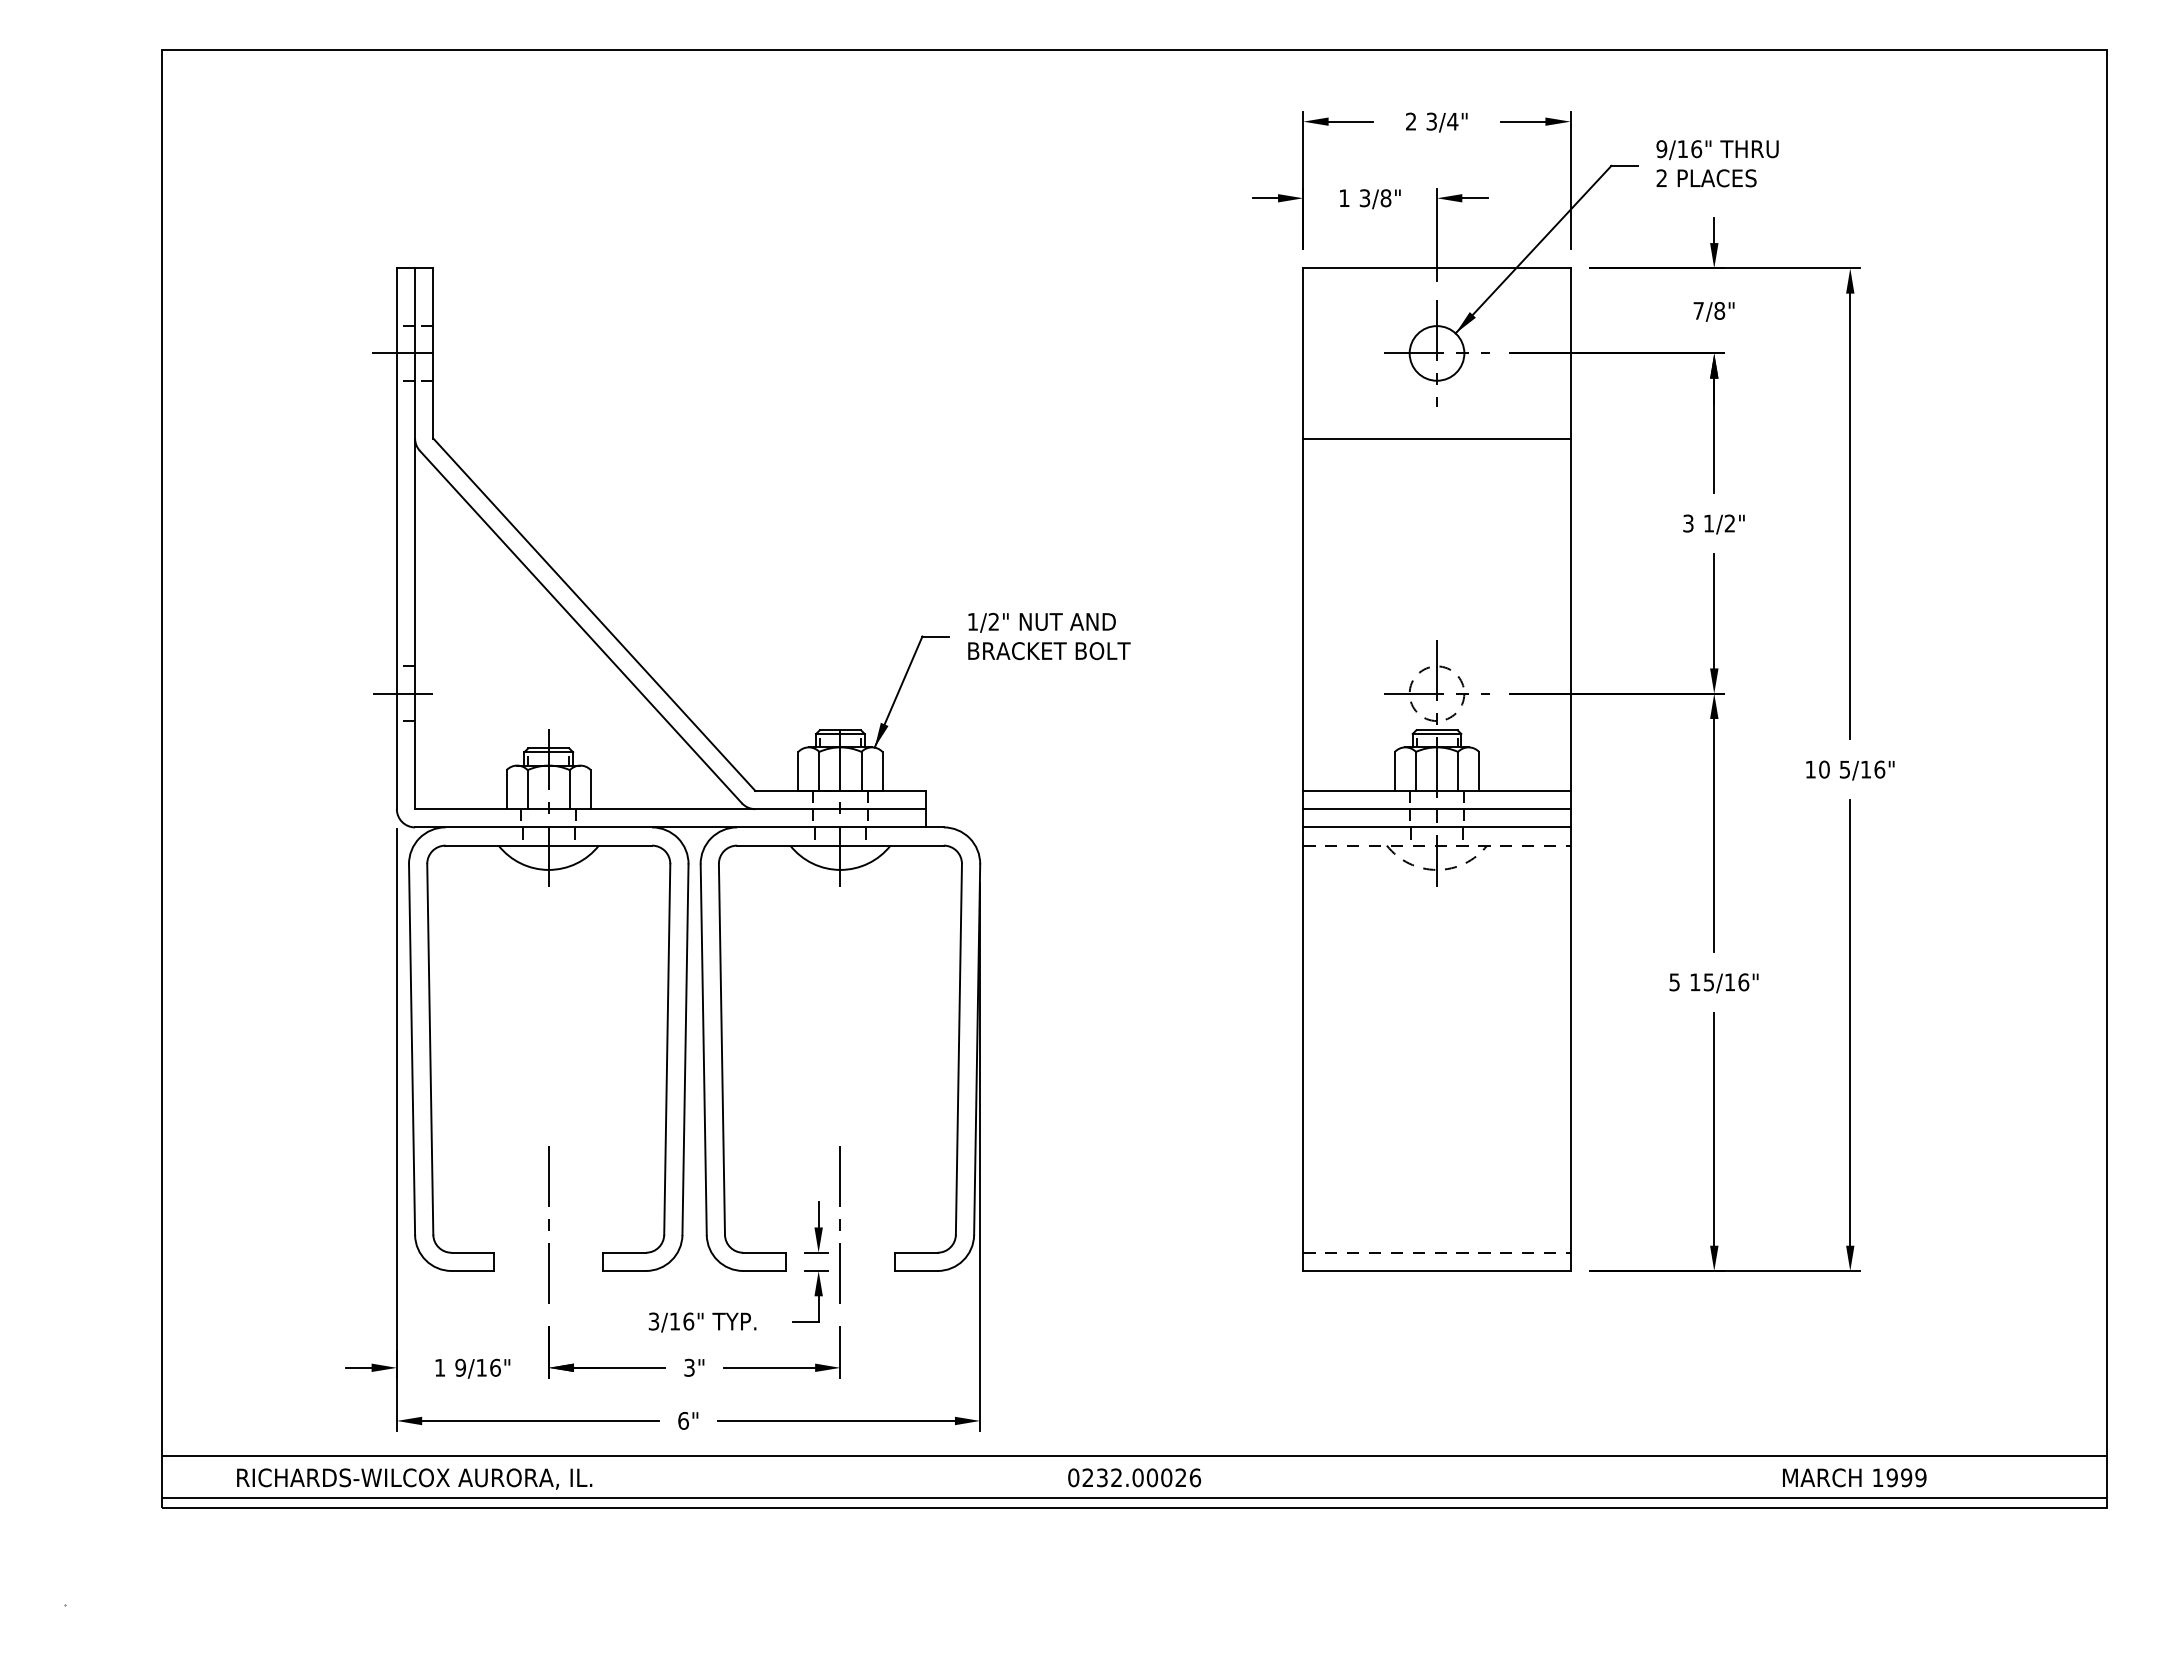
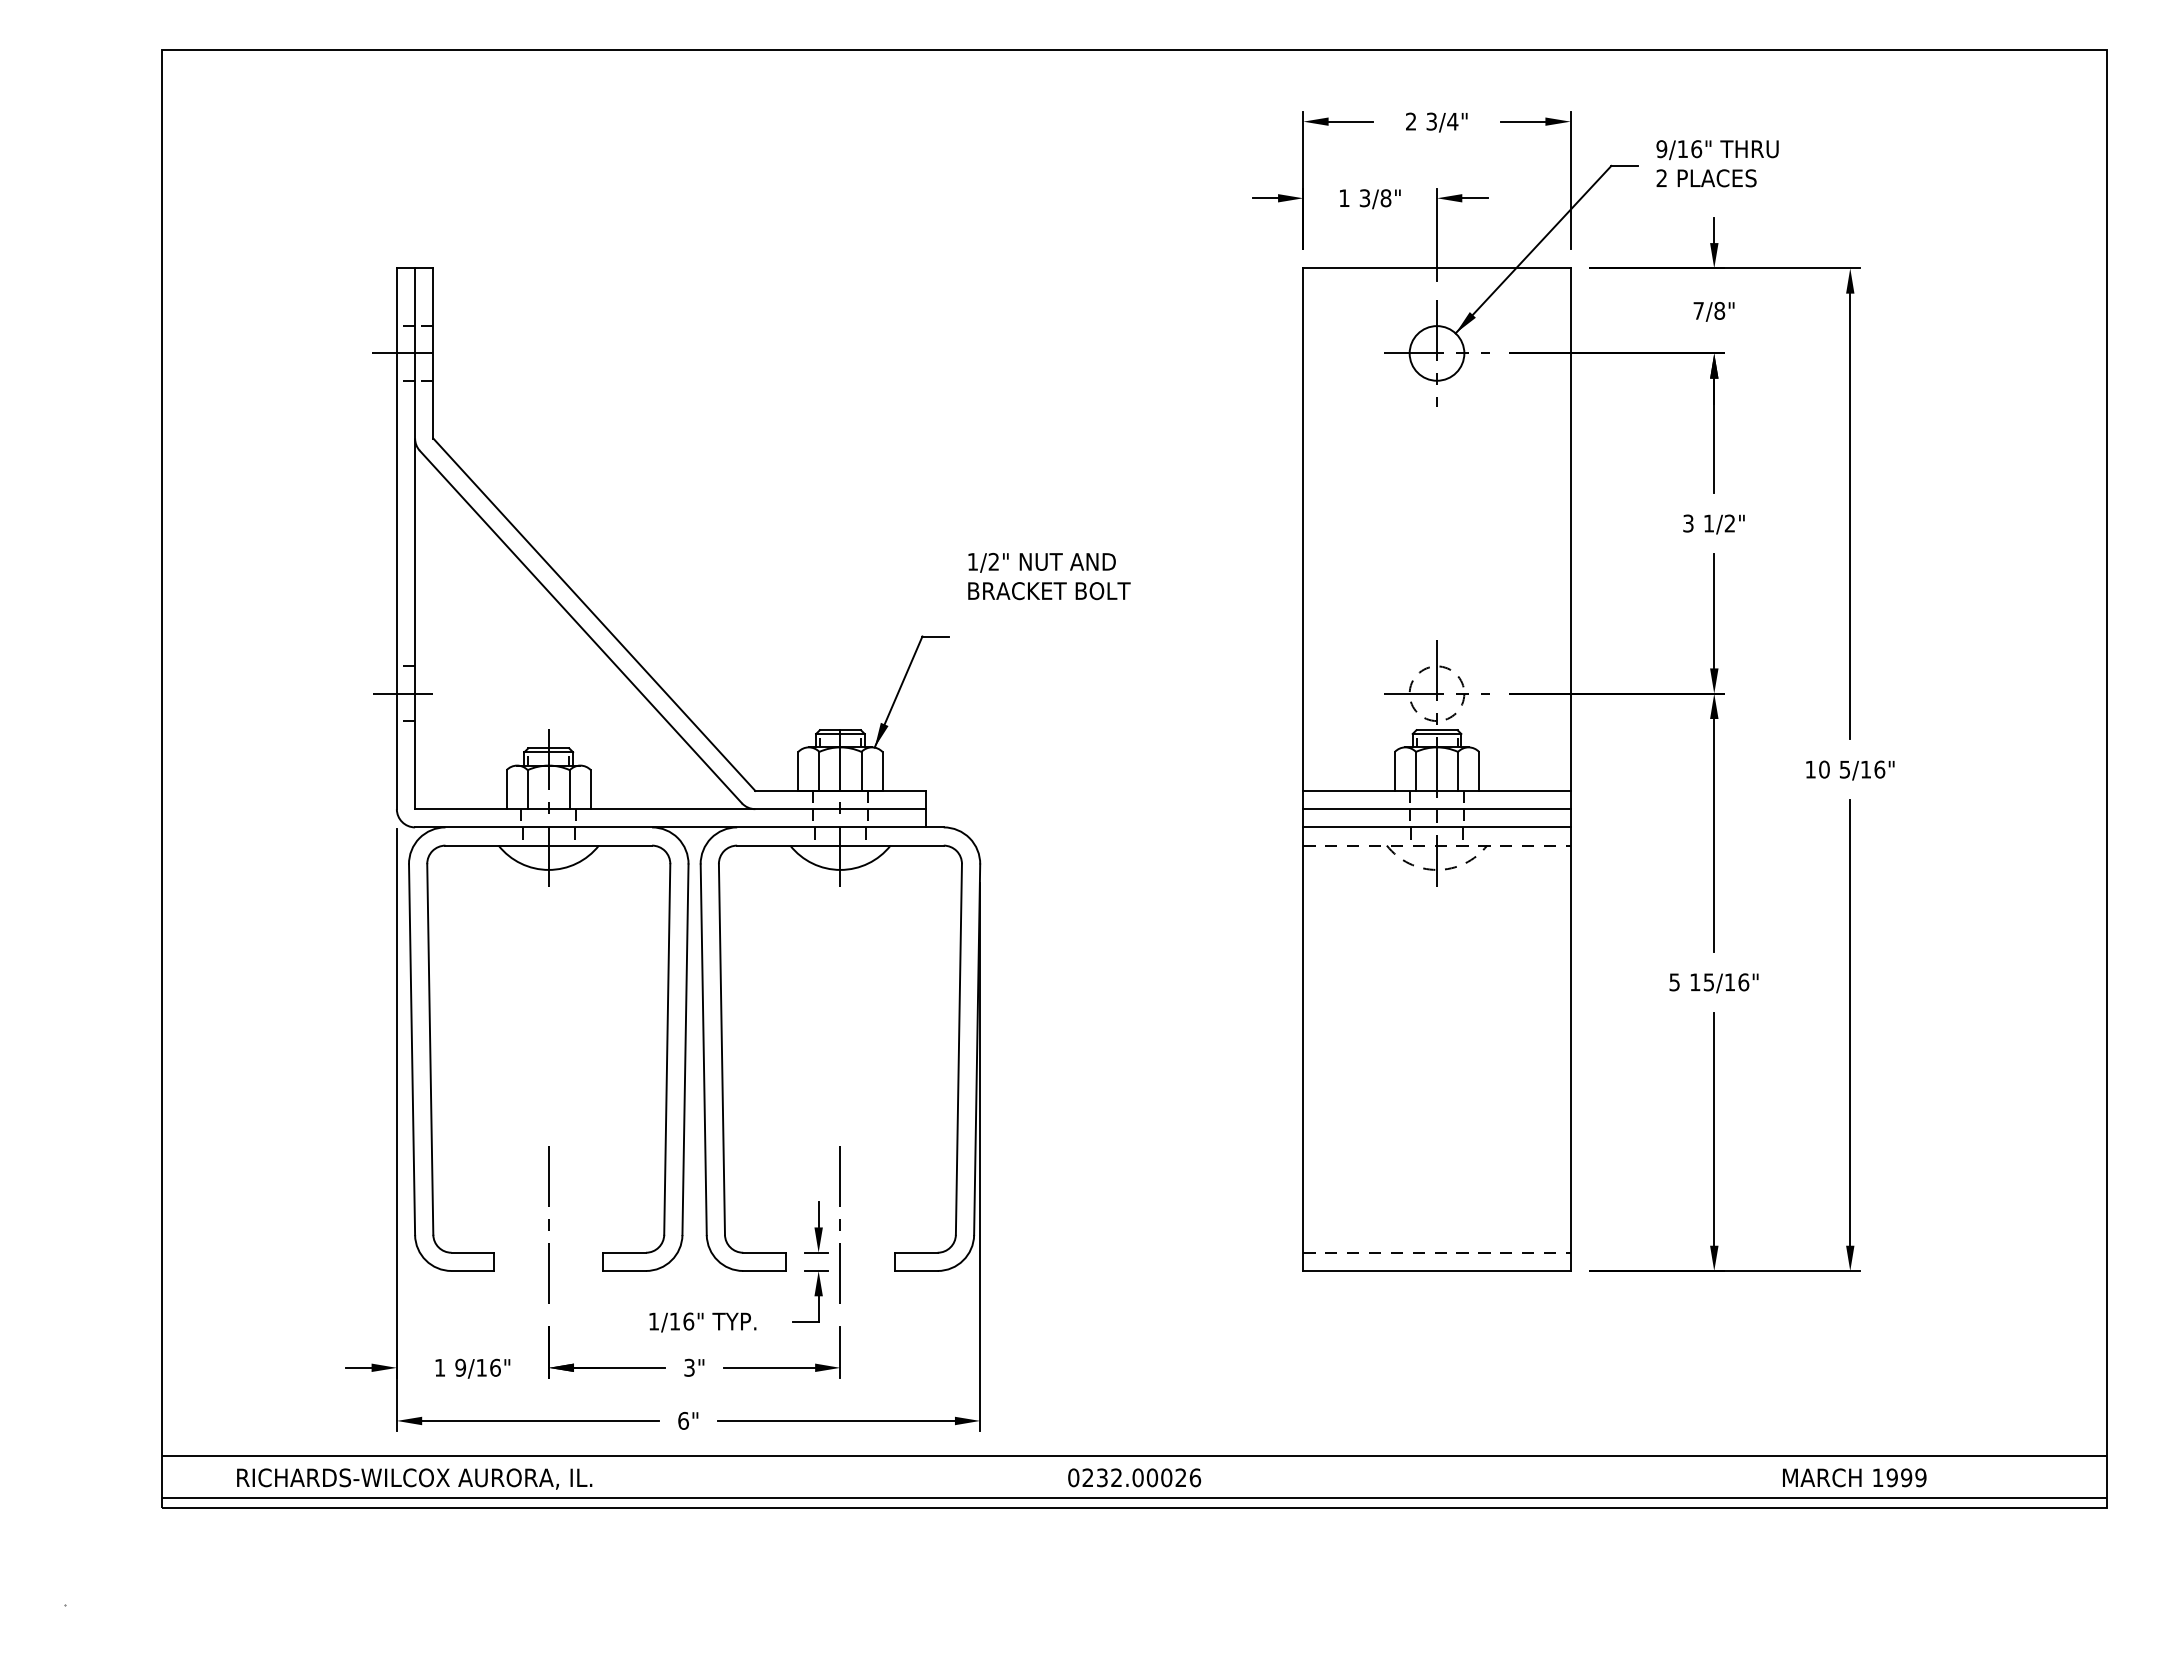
line at (1436, 438): present -> none
text at (1049, 636) position: (1049, 636) -> (1049, 576)
text at (653, 1321): 3/16" -> 1/16"
